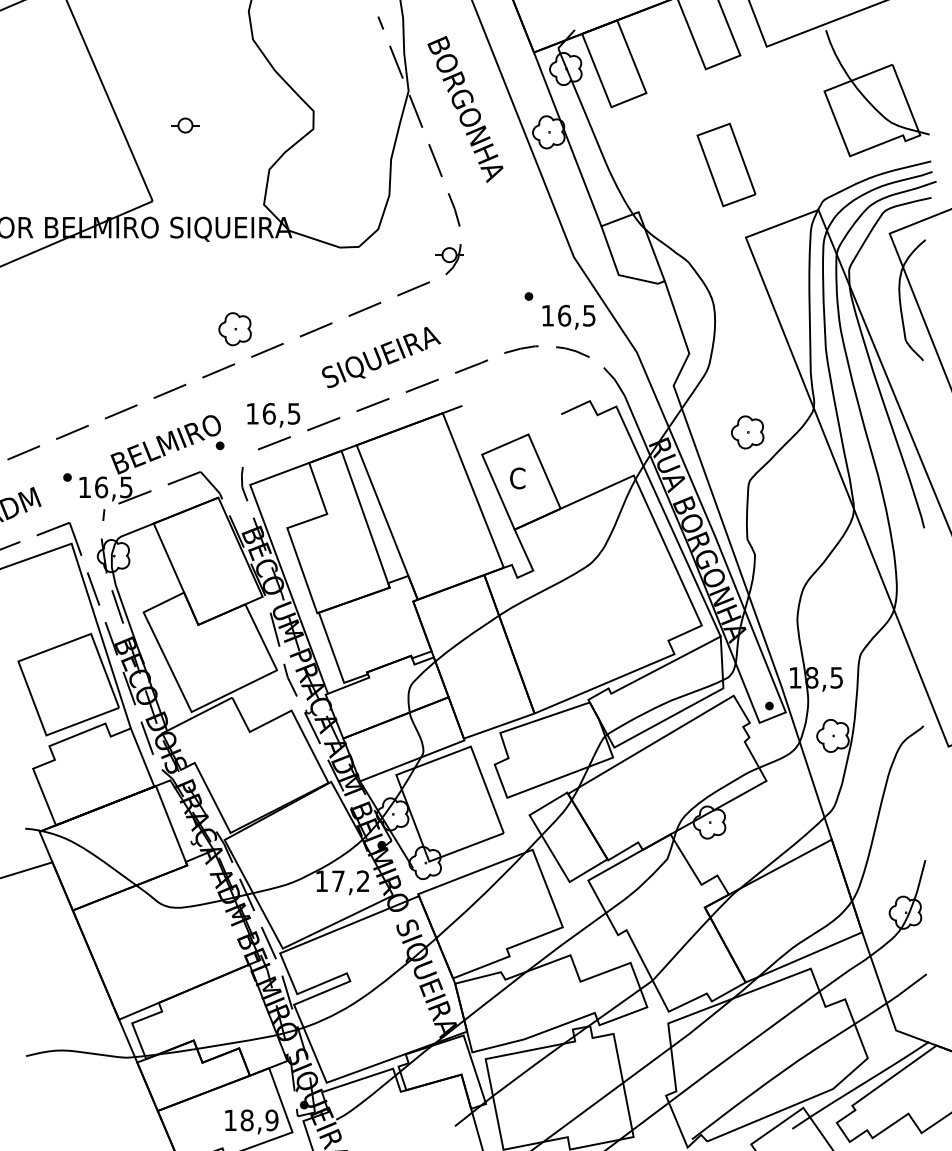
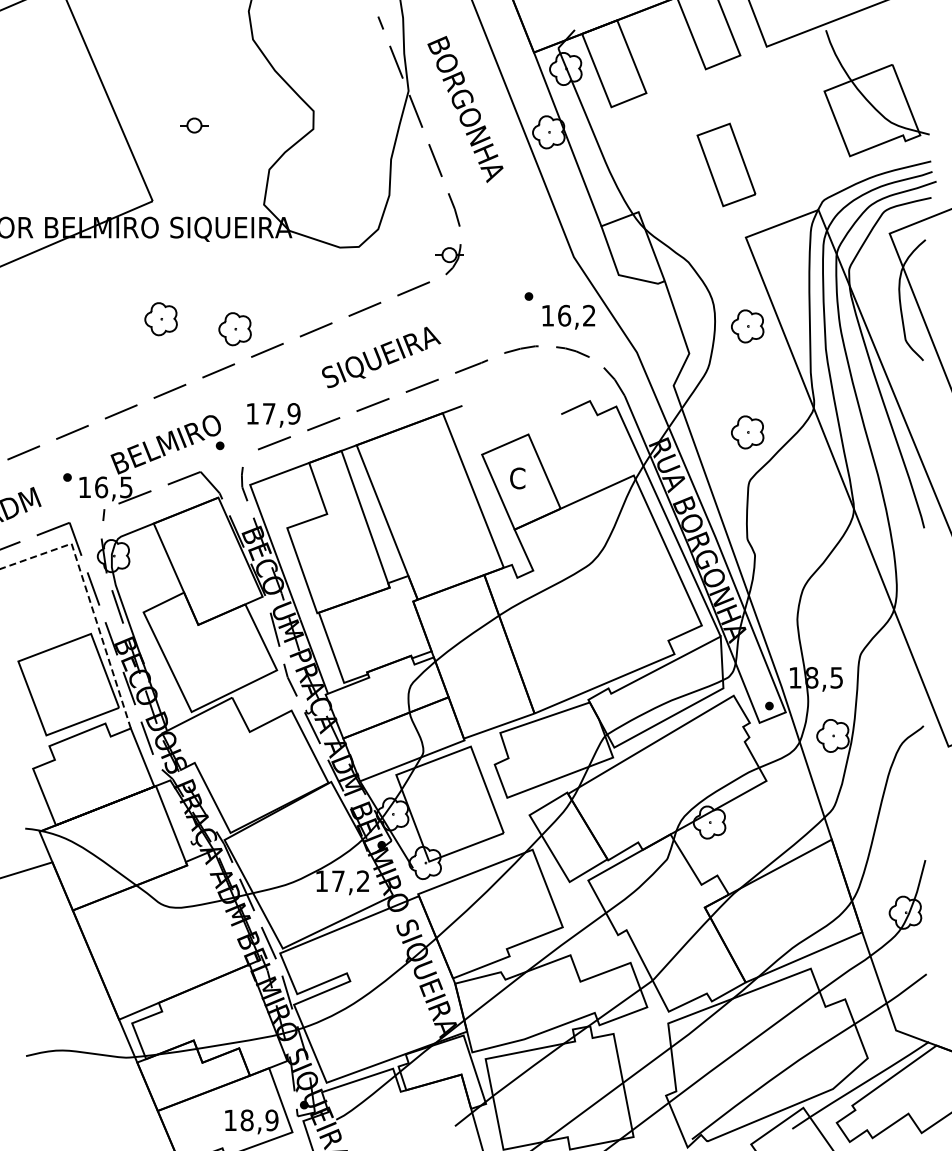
part at (185, 125) position: (185, 125) -> (194, 125)
text at (589, 315): 16,5 -> 16,2
part at (160, 319): none -> present
part at (747, 326): none -> present
text at (281, 413): 16,5 -> 17,9
line at (89, 599): solid -> dashed
